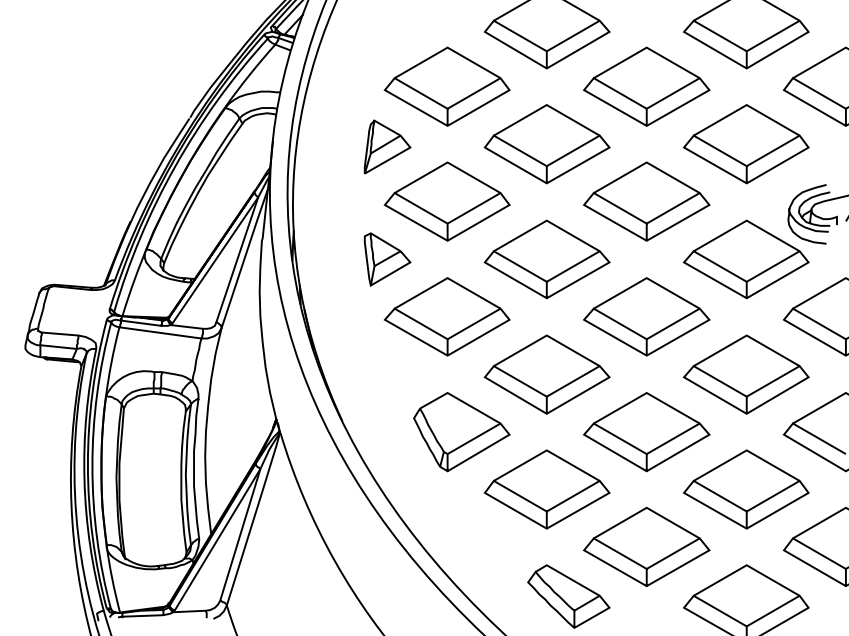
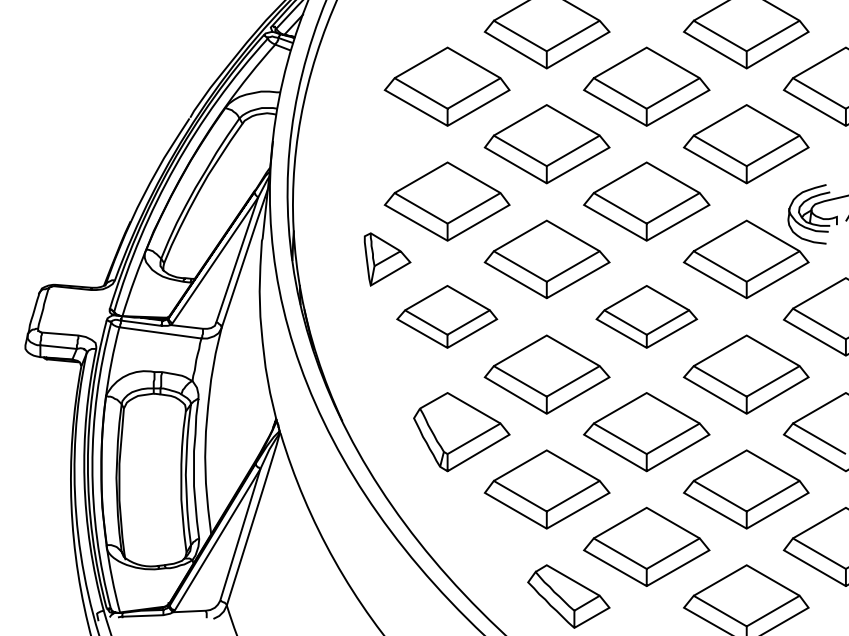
part at (387, 146): present -> none
part at (446, 316) size: 128x80 px -> 103x64 px
part at (646, 316) size: 128x80 px -> 104x64 px
